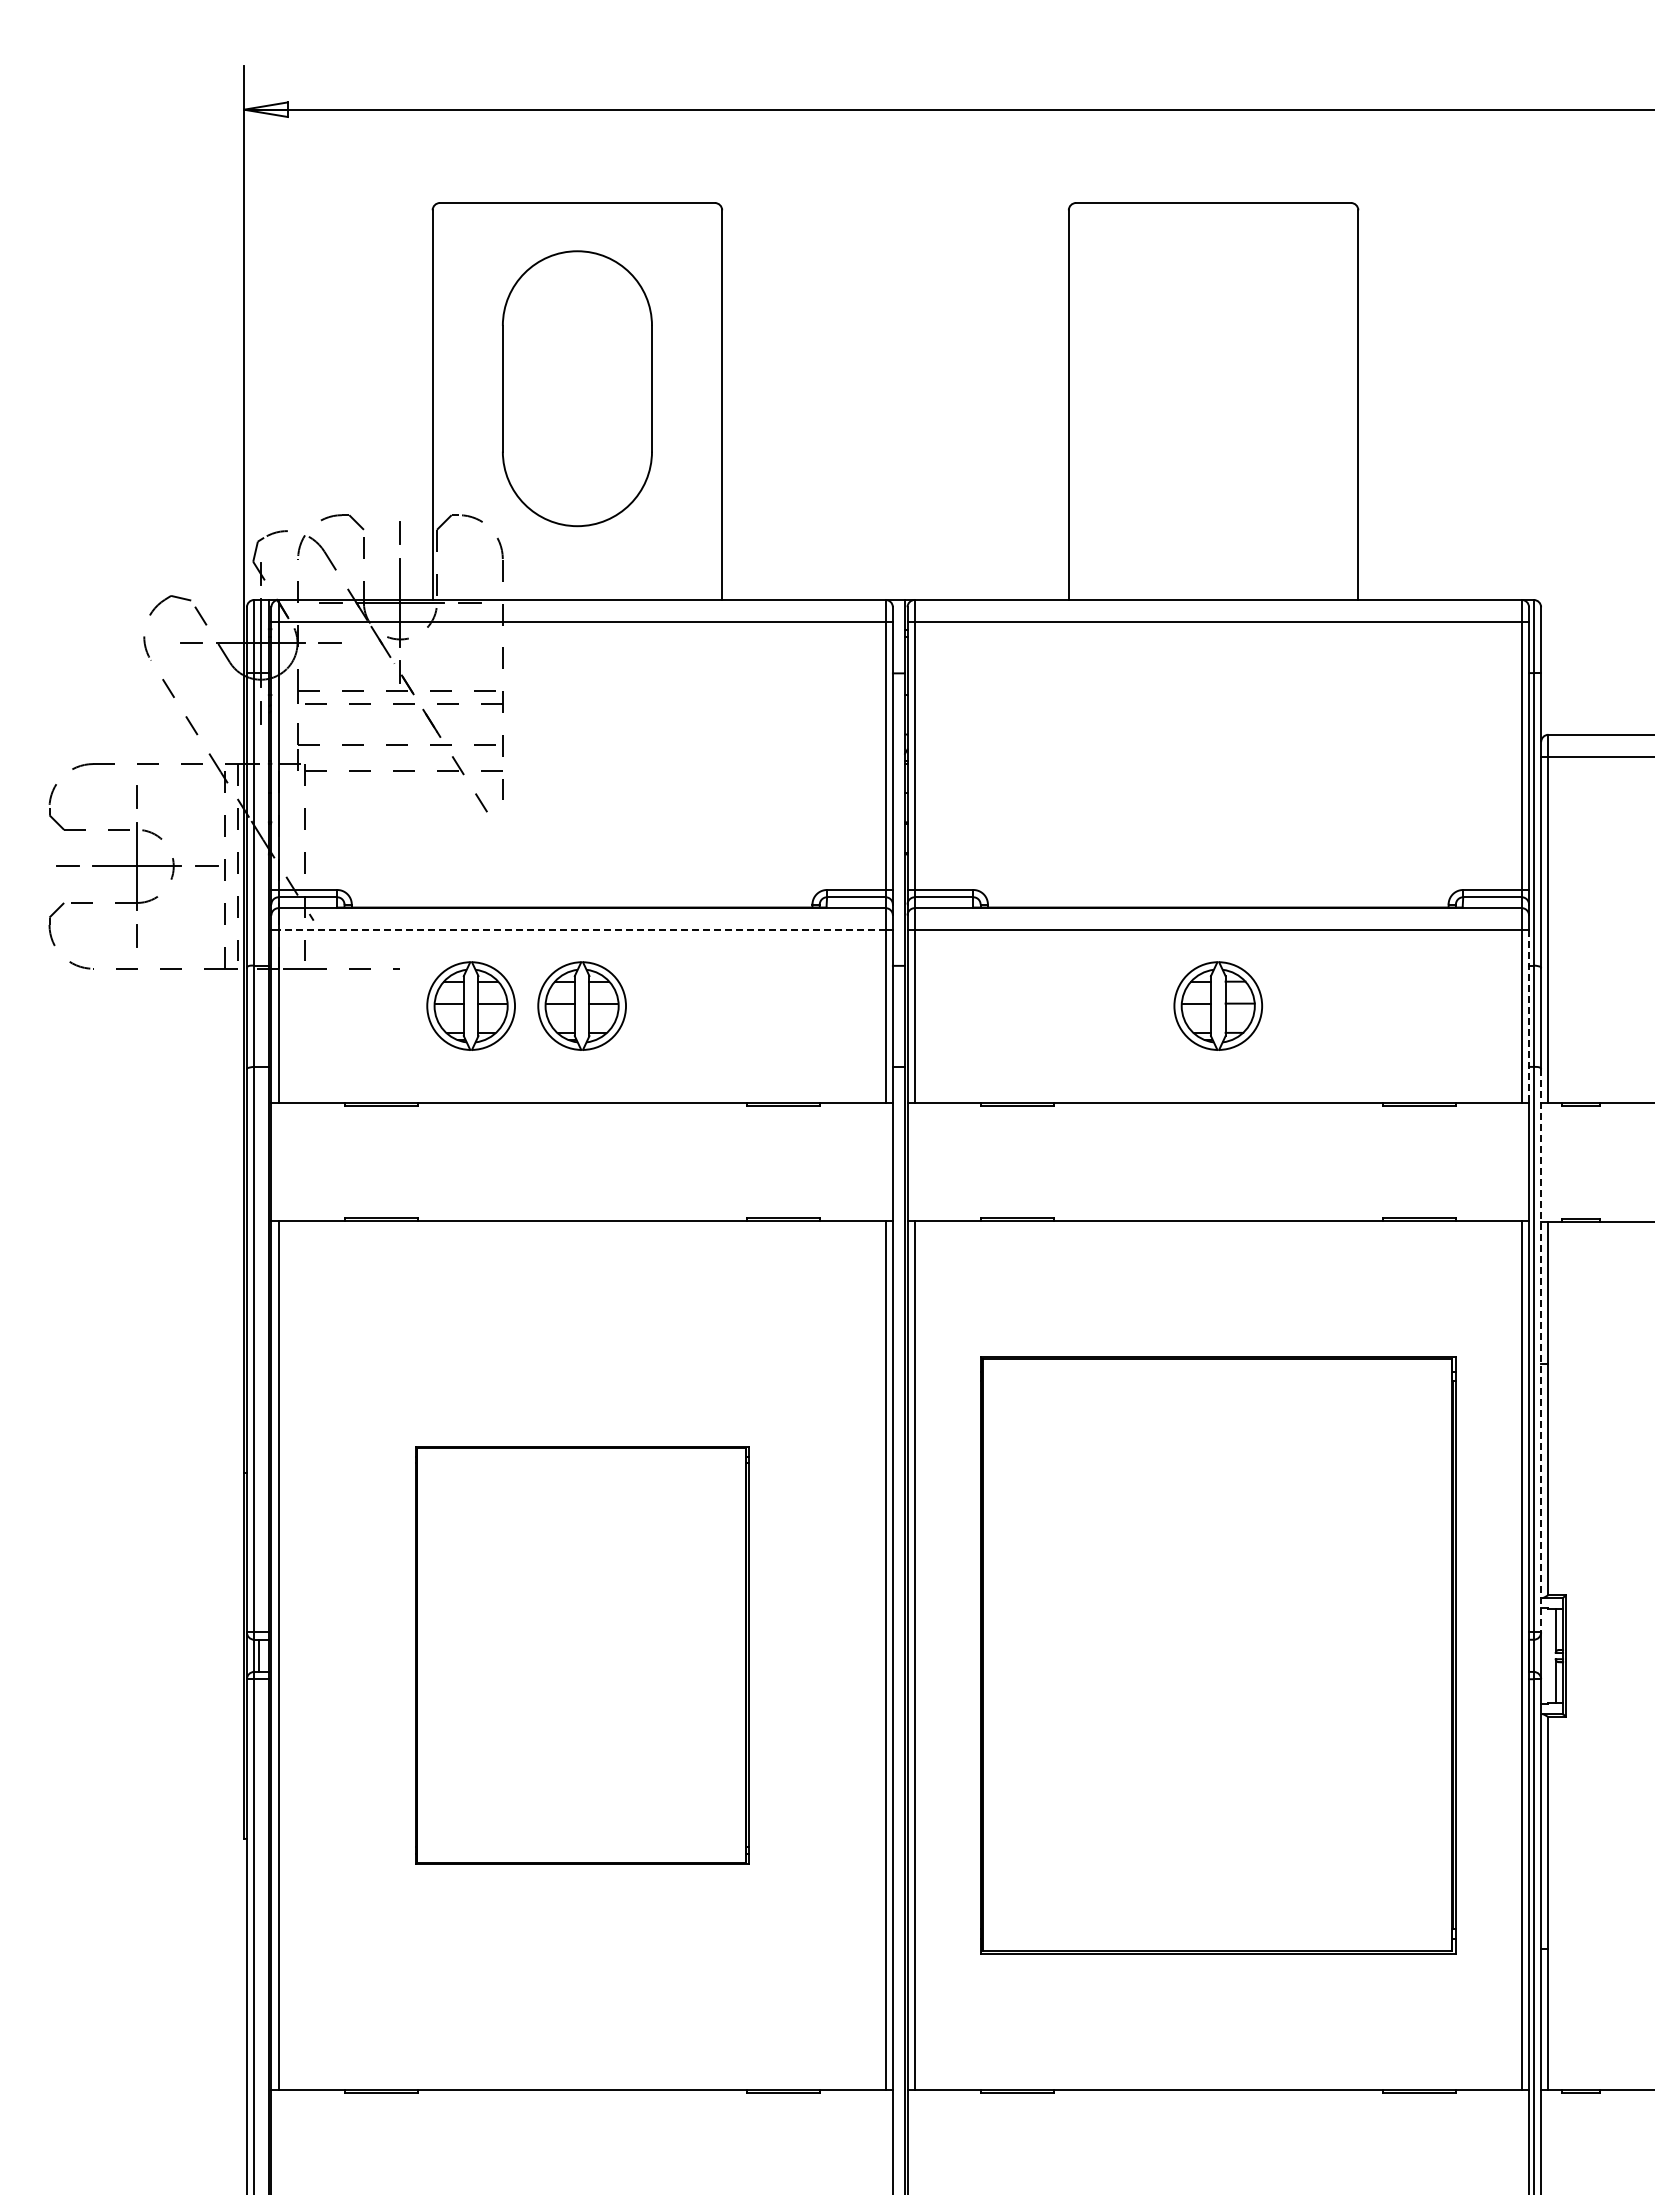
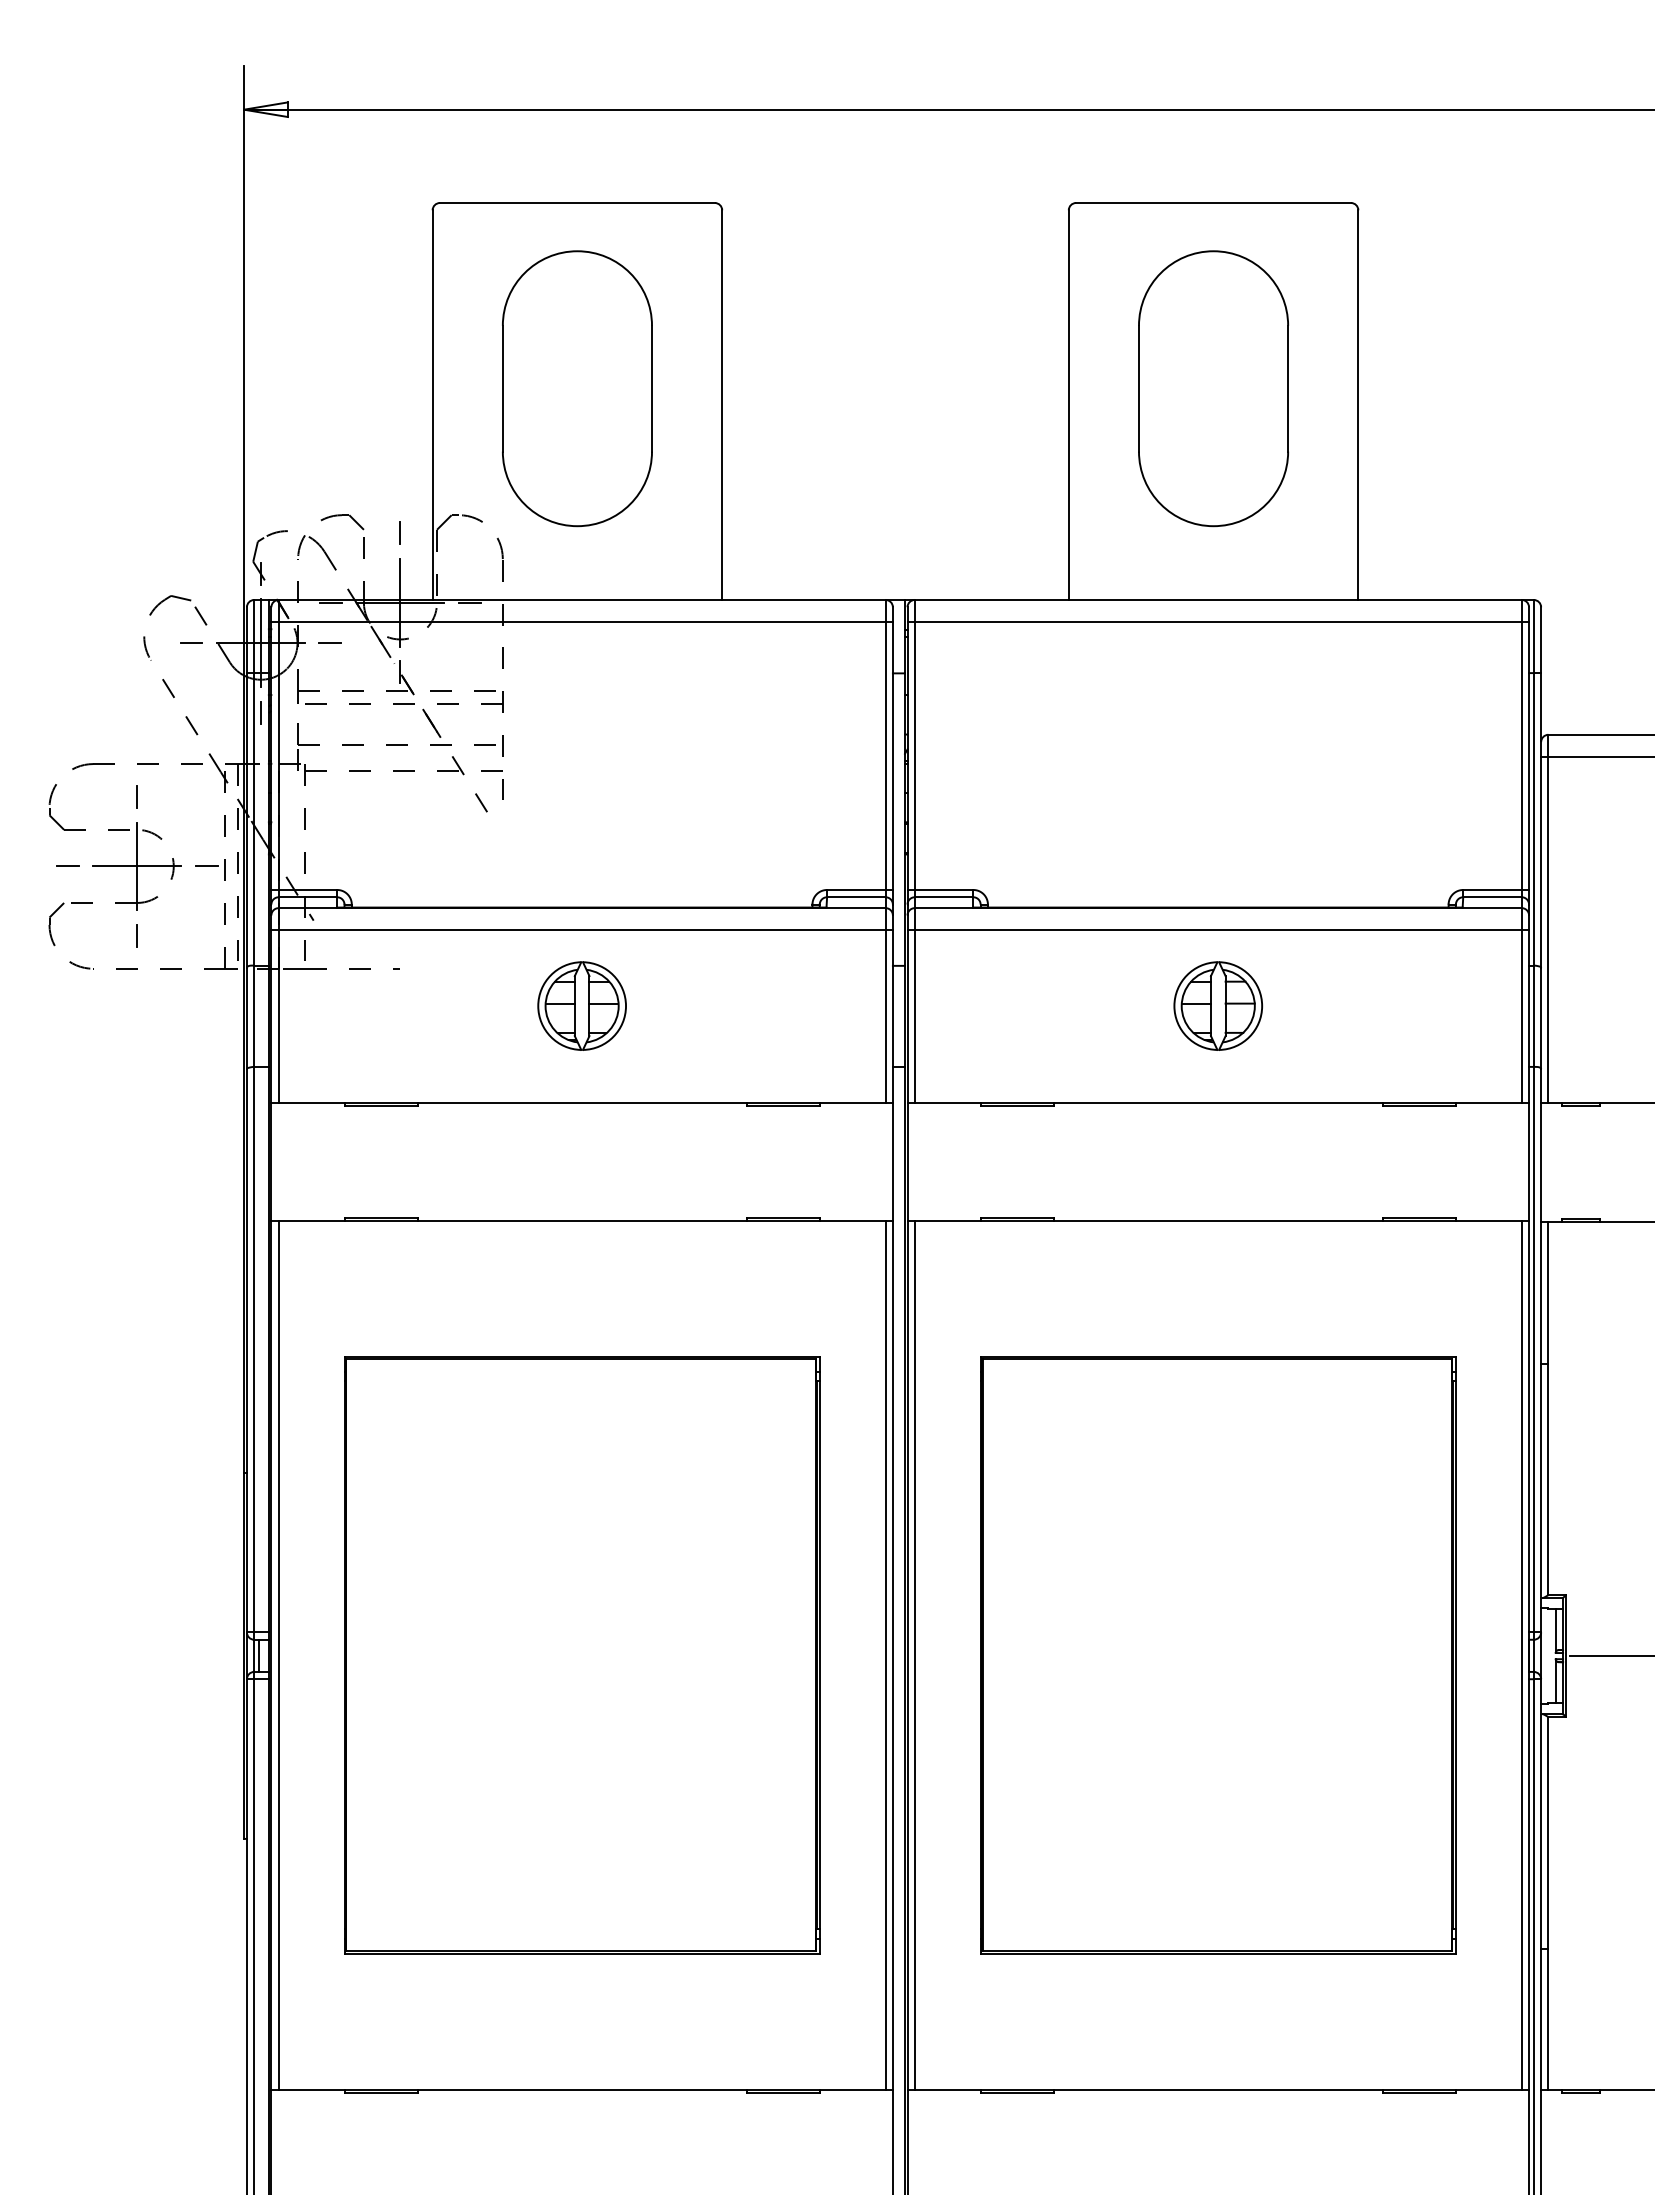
part at (1213, 388): none -> present
line at (581, 930): dashed -> solid
part at (470, 1005): present -> none
line at (1529, 1016): dashed -> solid
line at (1541, 1350): dashed -> solid
part at (582, 1655) size: 335x419 px -> 477x599 px
line at (1610, 1656): none -> present
